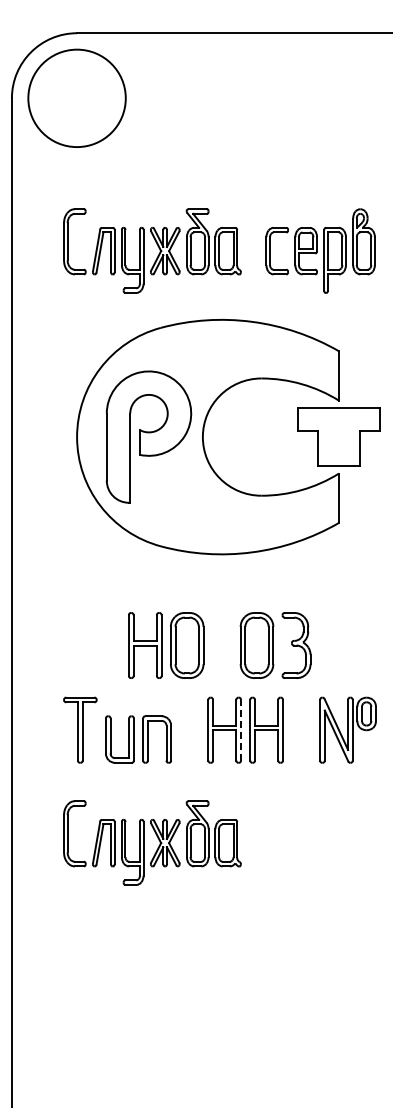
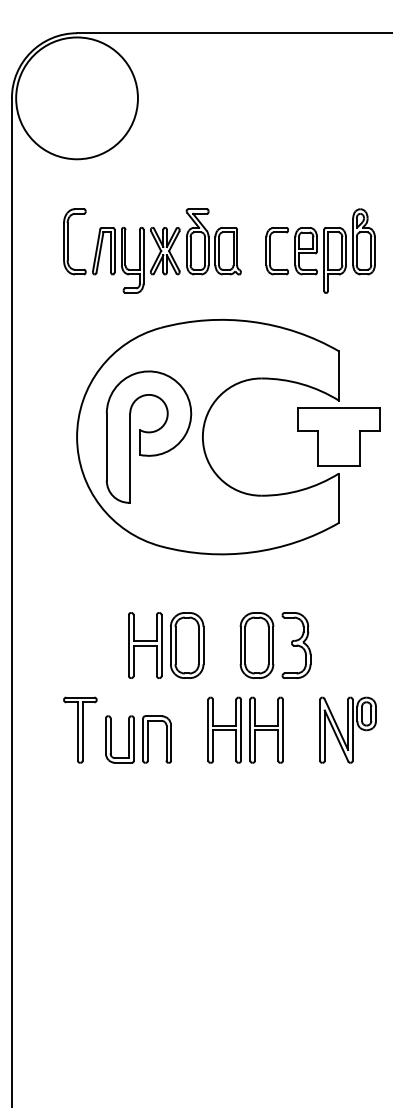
circle at (76, 98) diameter: 97 px -> 122 px
line at (241, 729): dashed -> solid
part at (158, 840): present -> none
